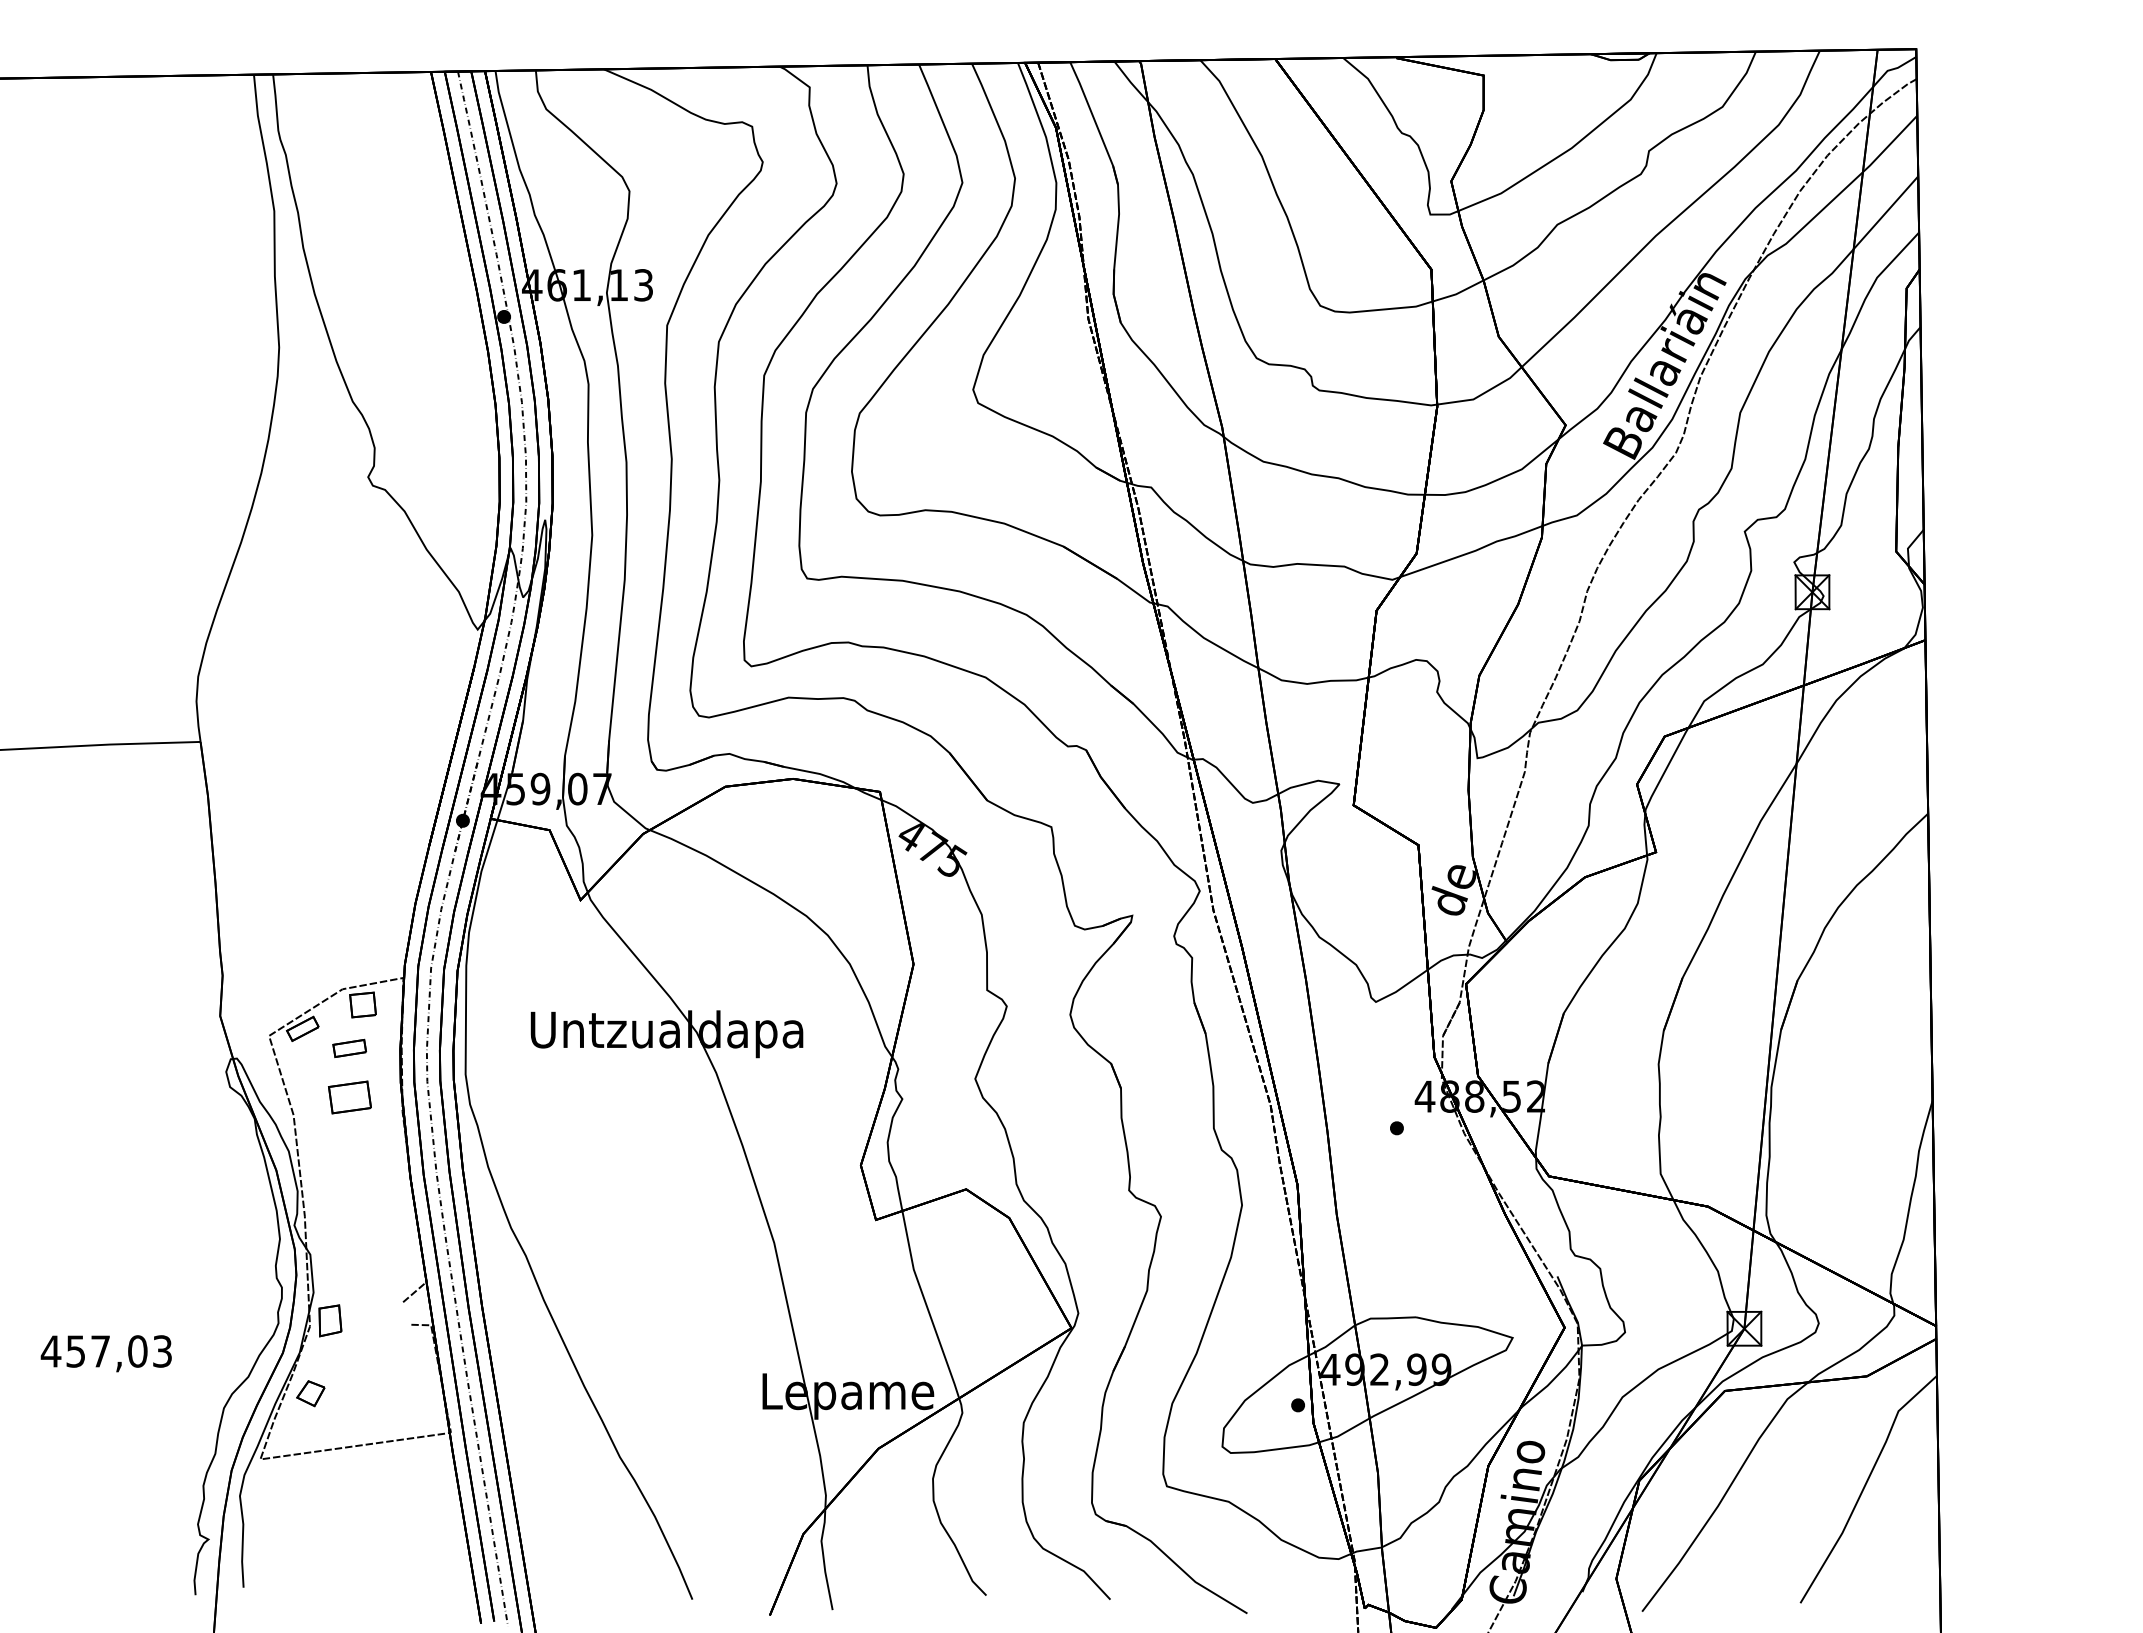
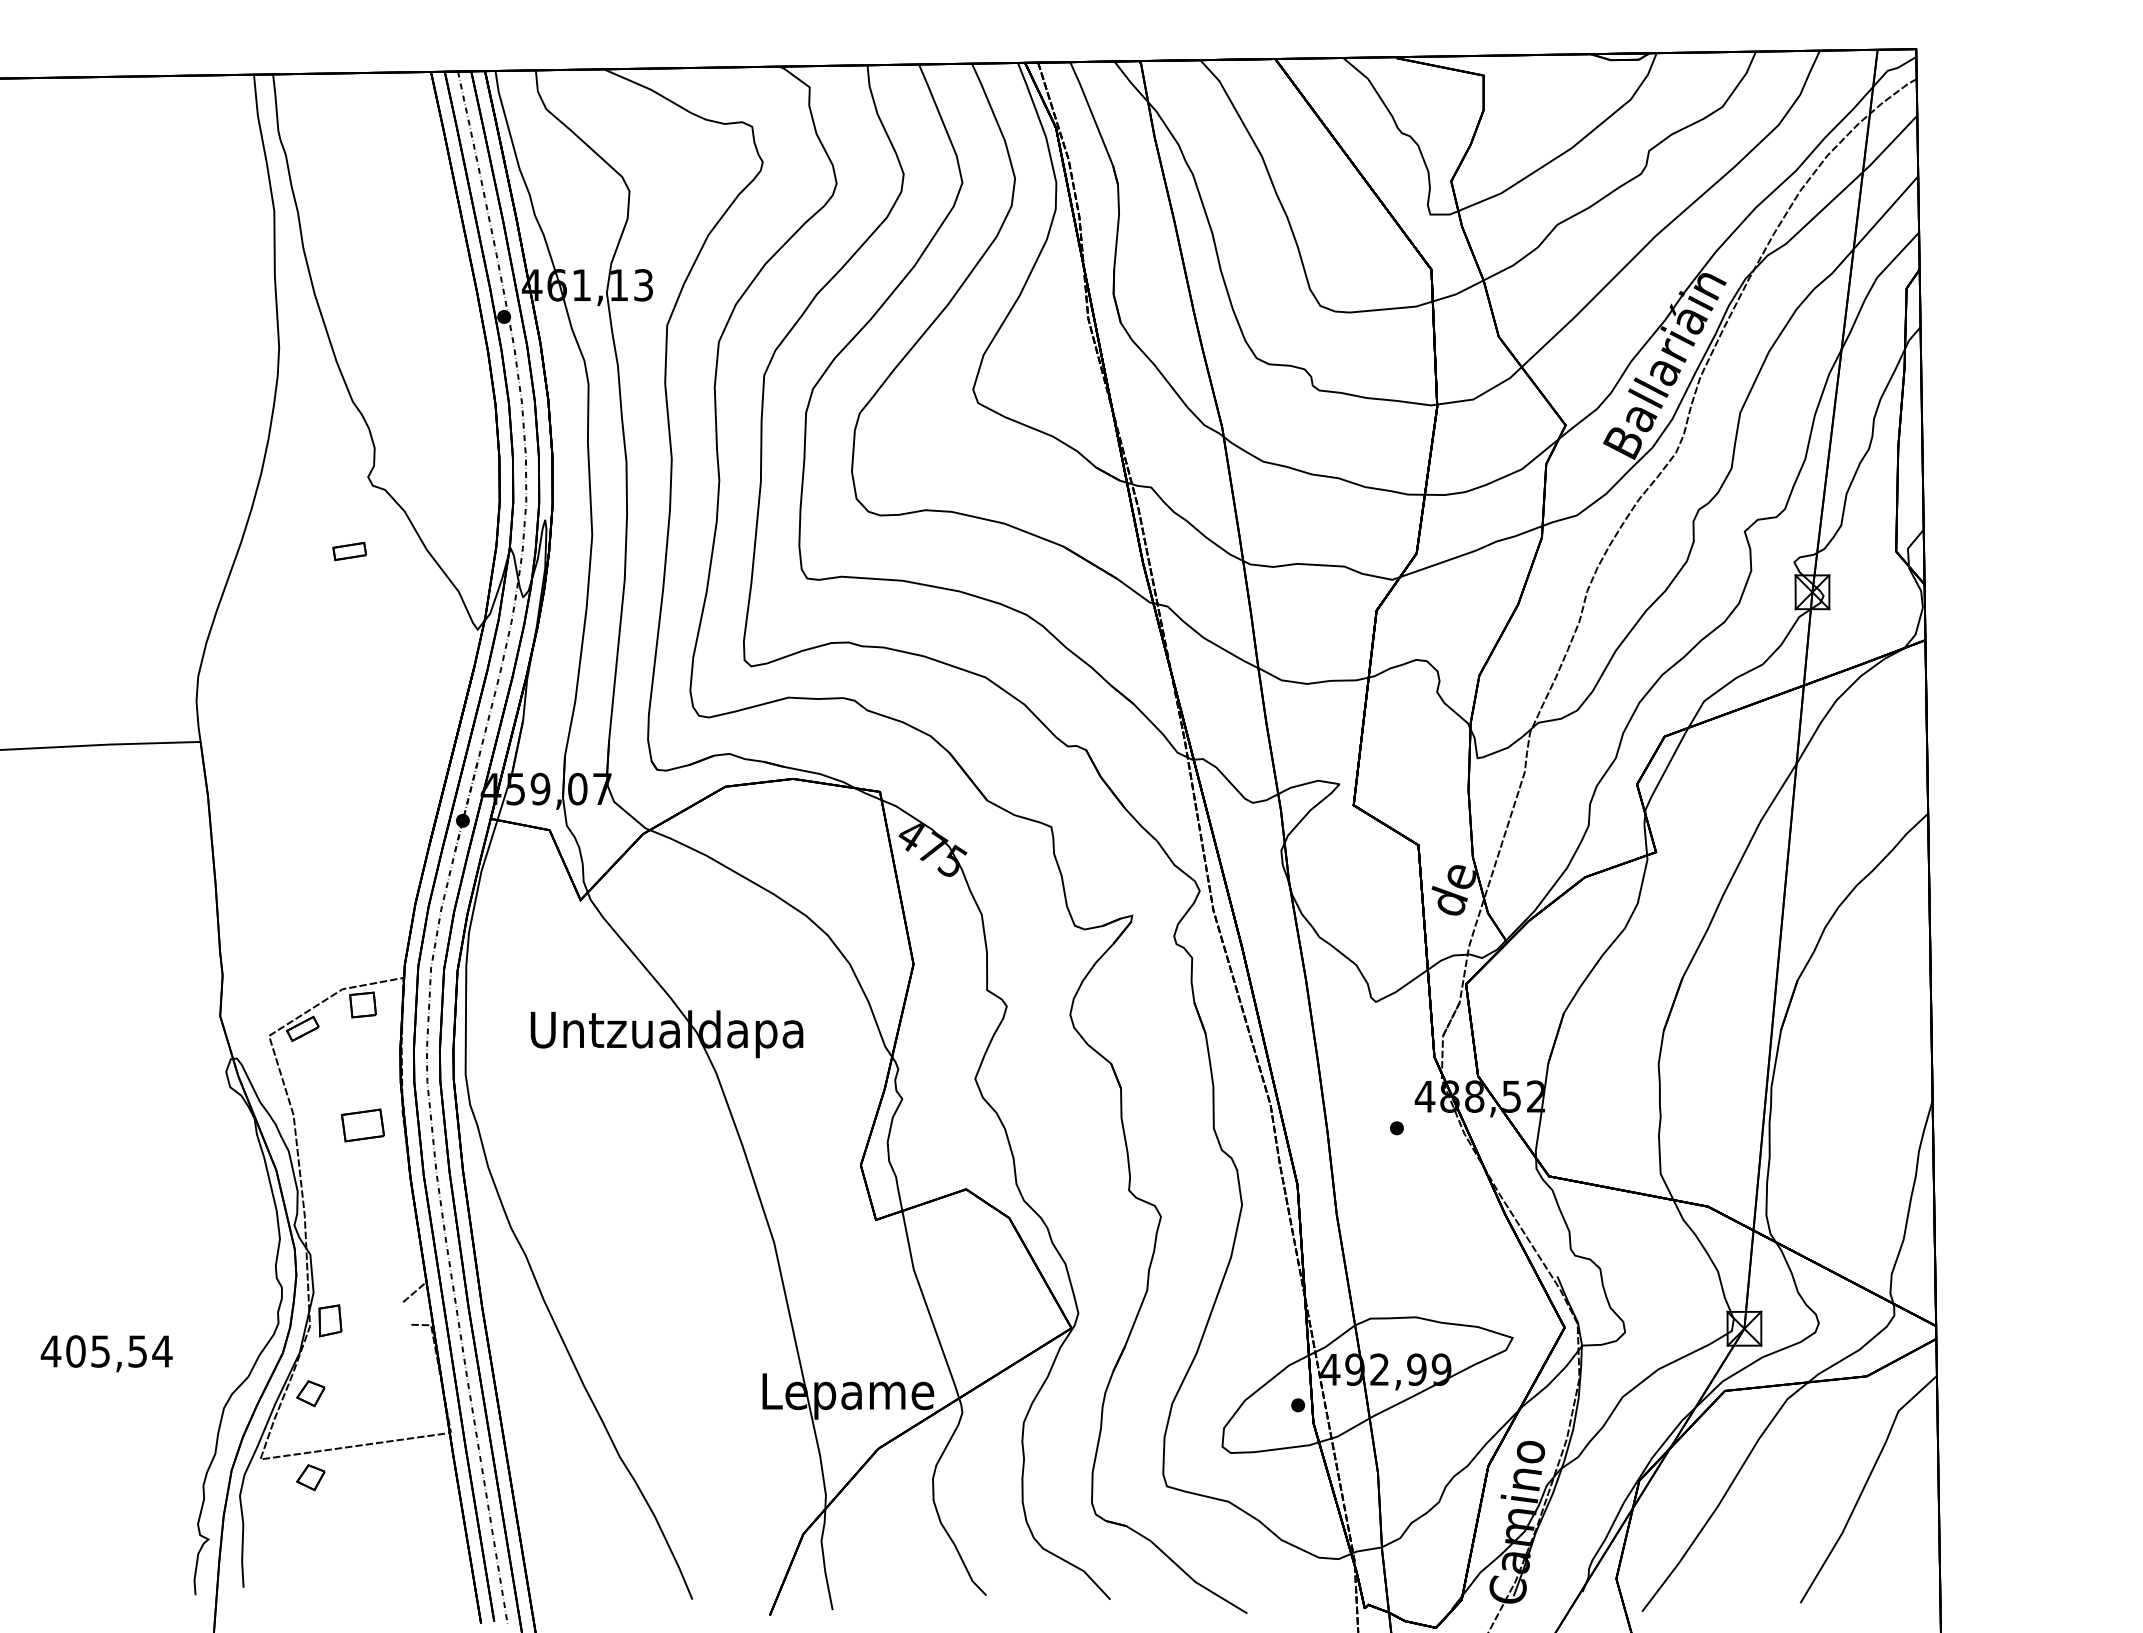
part at (349, 1047) position: (349, 1047) -> (349, 550)
part at (349, 1097) position: (349, 1097) -> (362, 1125)
text at (119, 1351): 457,03 -> 405,54
part at (310, 1477): none -> present
